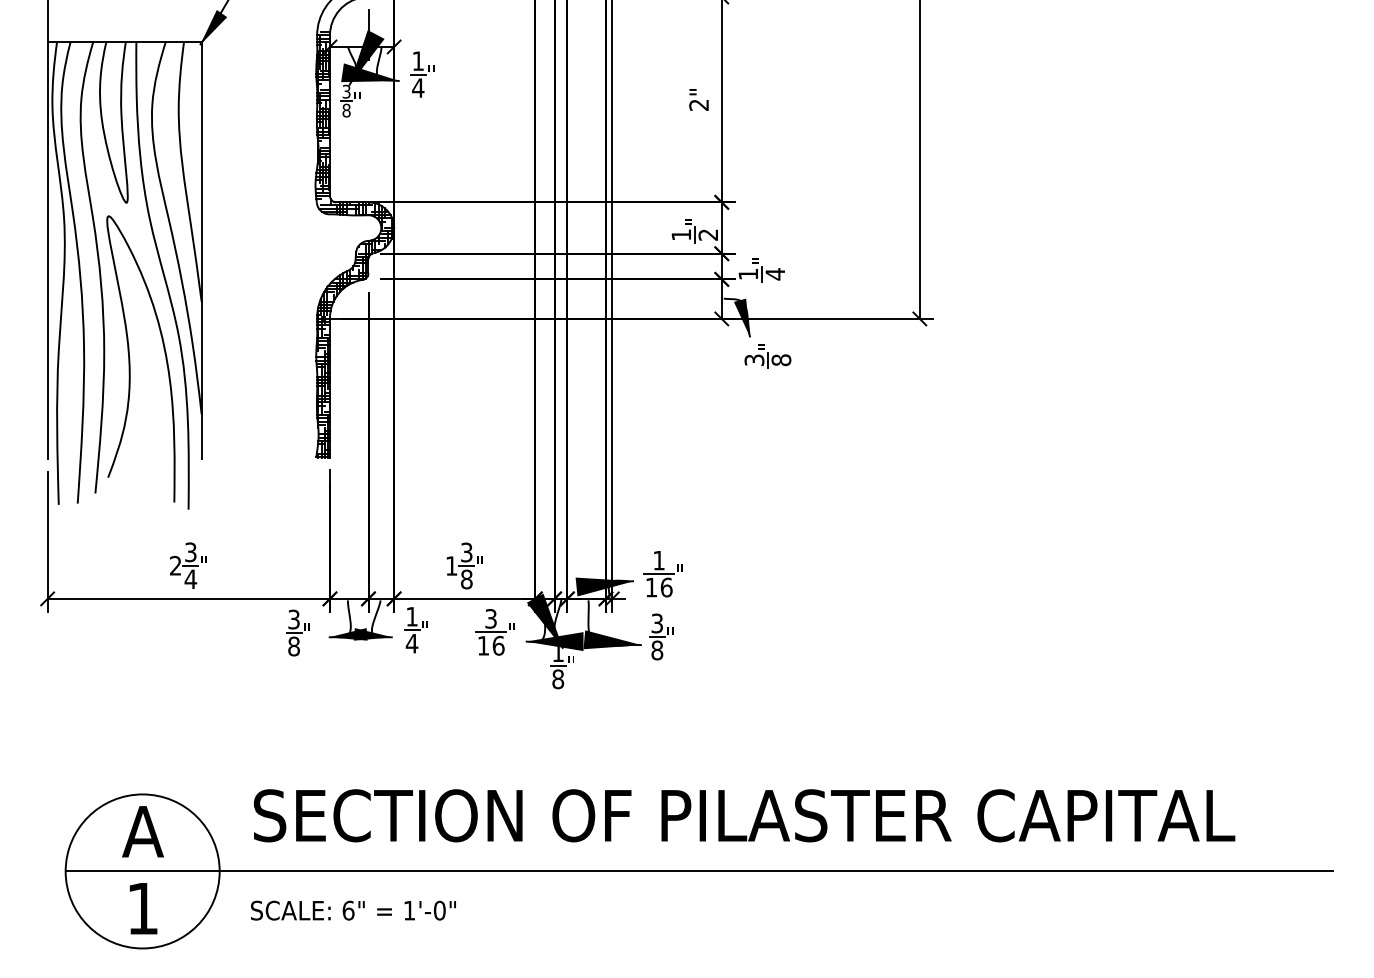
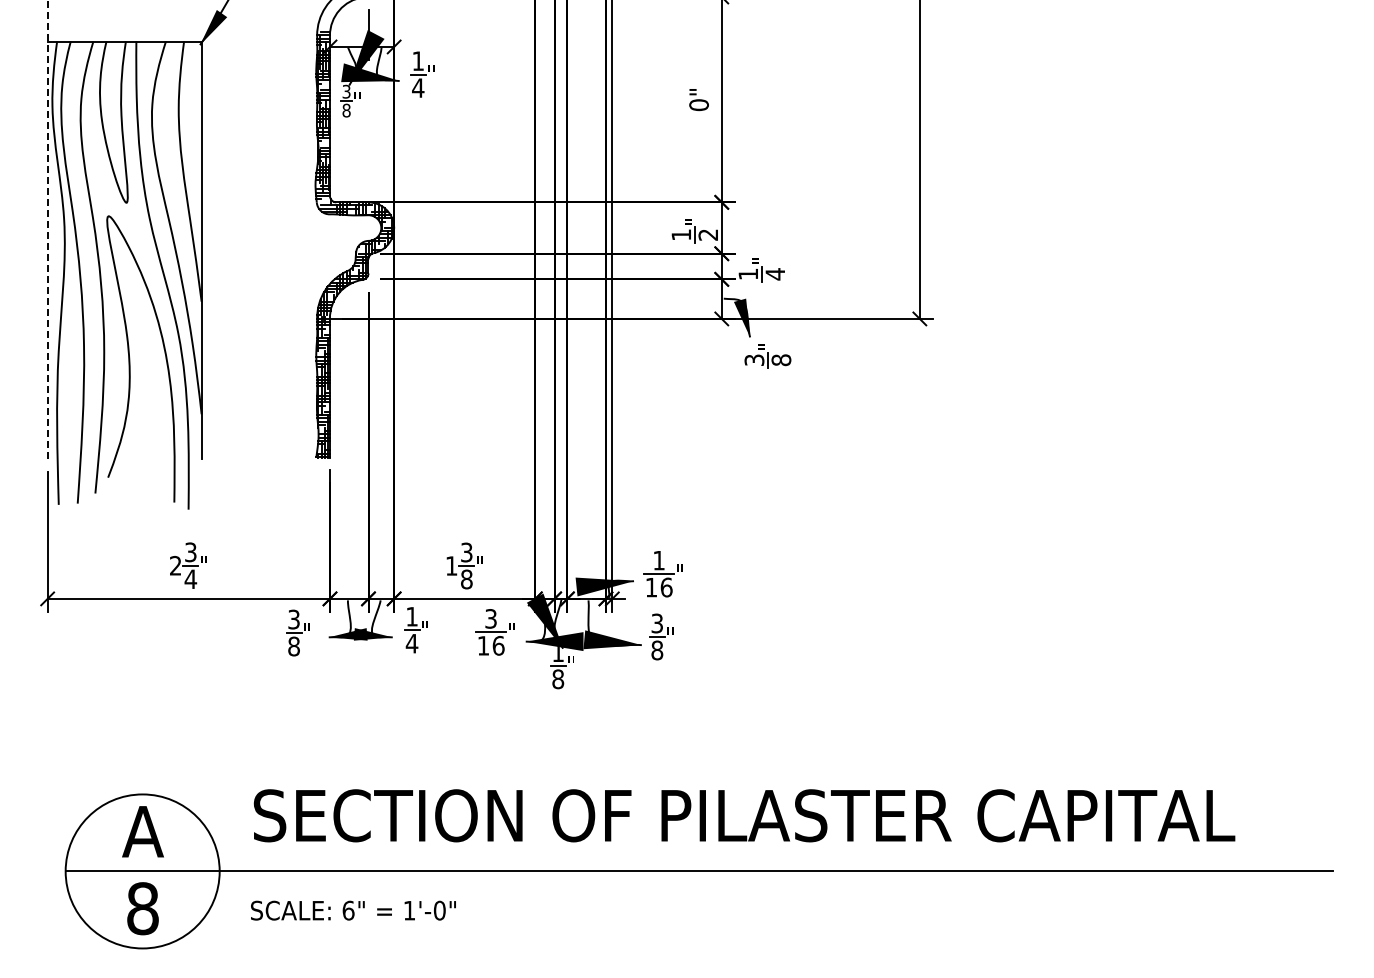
text at (698, 105): 2" -> 0"
line at (47, 230): solid -> dashed
text at (142, 908): 1 -> 8
